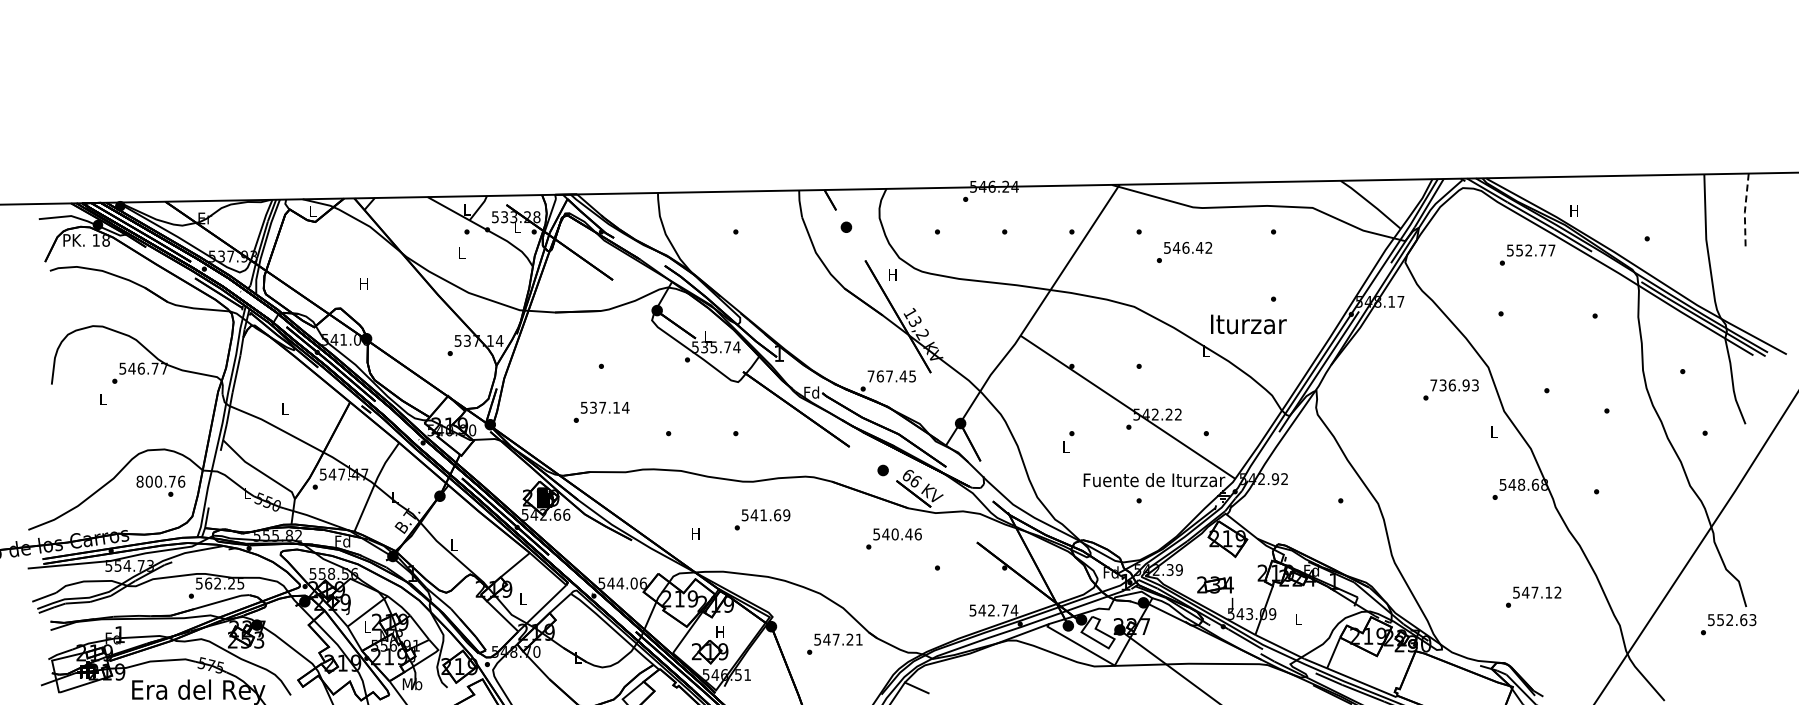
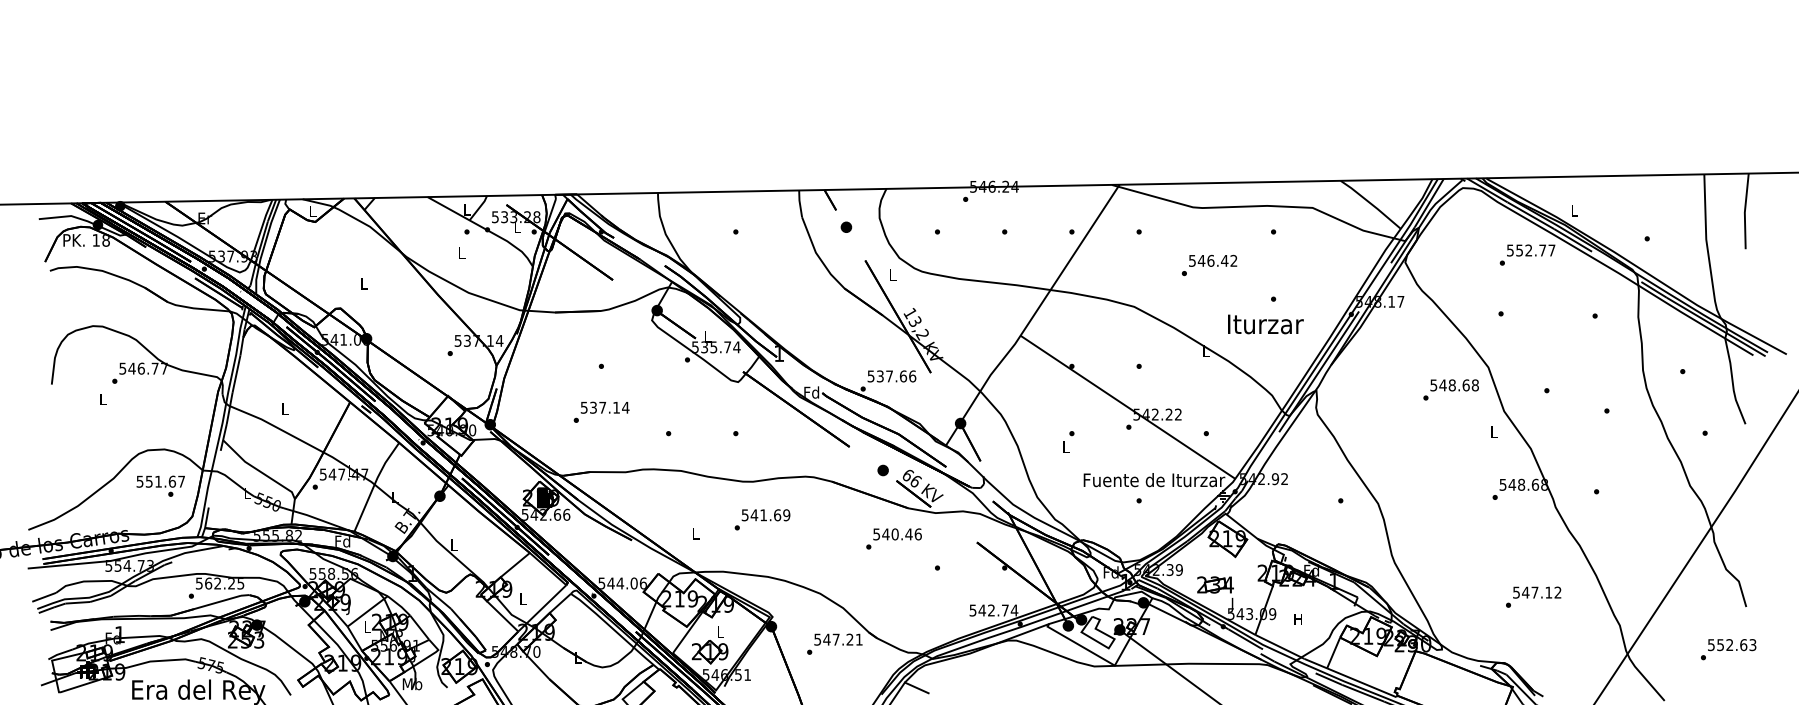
text at (1573, 210): H -> L
line at (1744, 211): dashed -> solid
text at (1184, 252) position: (1184, 252) -> (1209, 265)
text at (892, 274): H -> L
text at (363, 283): H -> L
text at (1248, 324) position: (1248, 324) -> (1265, 324)
text at (891, 376): 767.45 -> 537.66
text at (1454, 385): 736.93 -> 548.68
text at (160, 481): 800.76 -> 551.67
text at (695, 533): H -> L
text at (1297, 619): L -> H
text at (1728, 624) position: (1728, 624) -> (1728, 649)
text at (719, 631): H -> L
